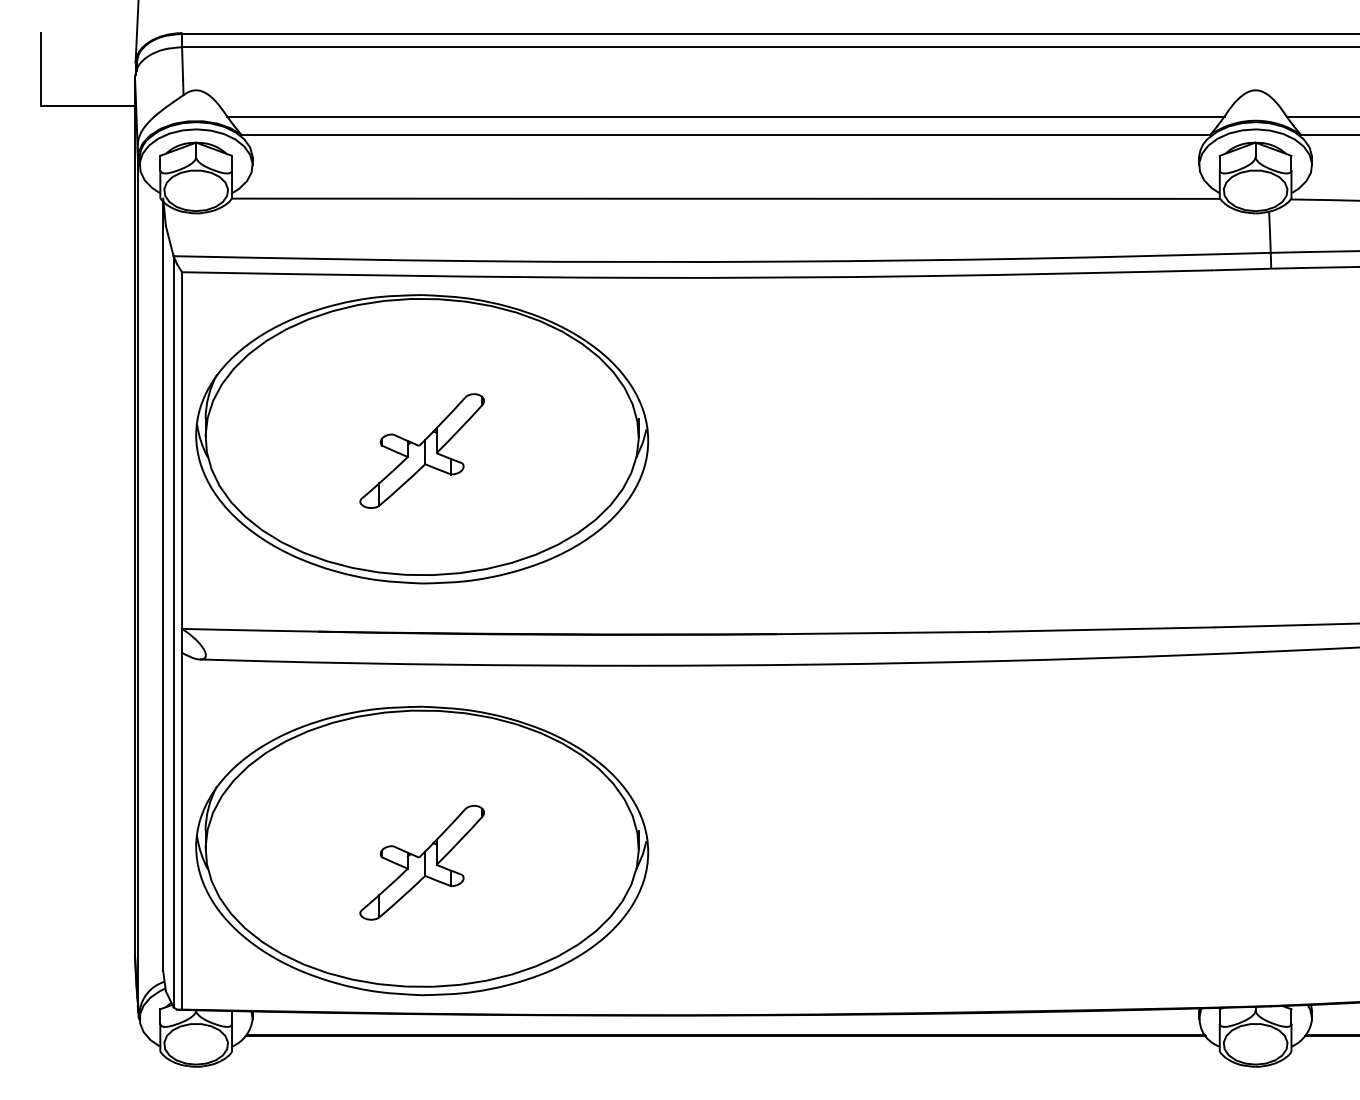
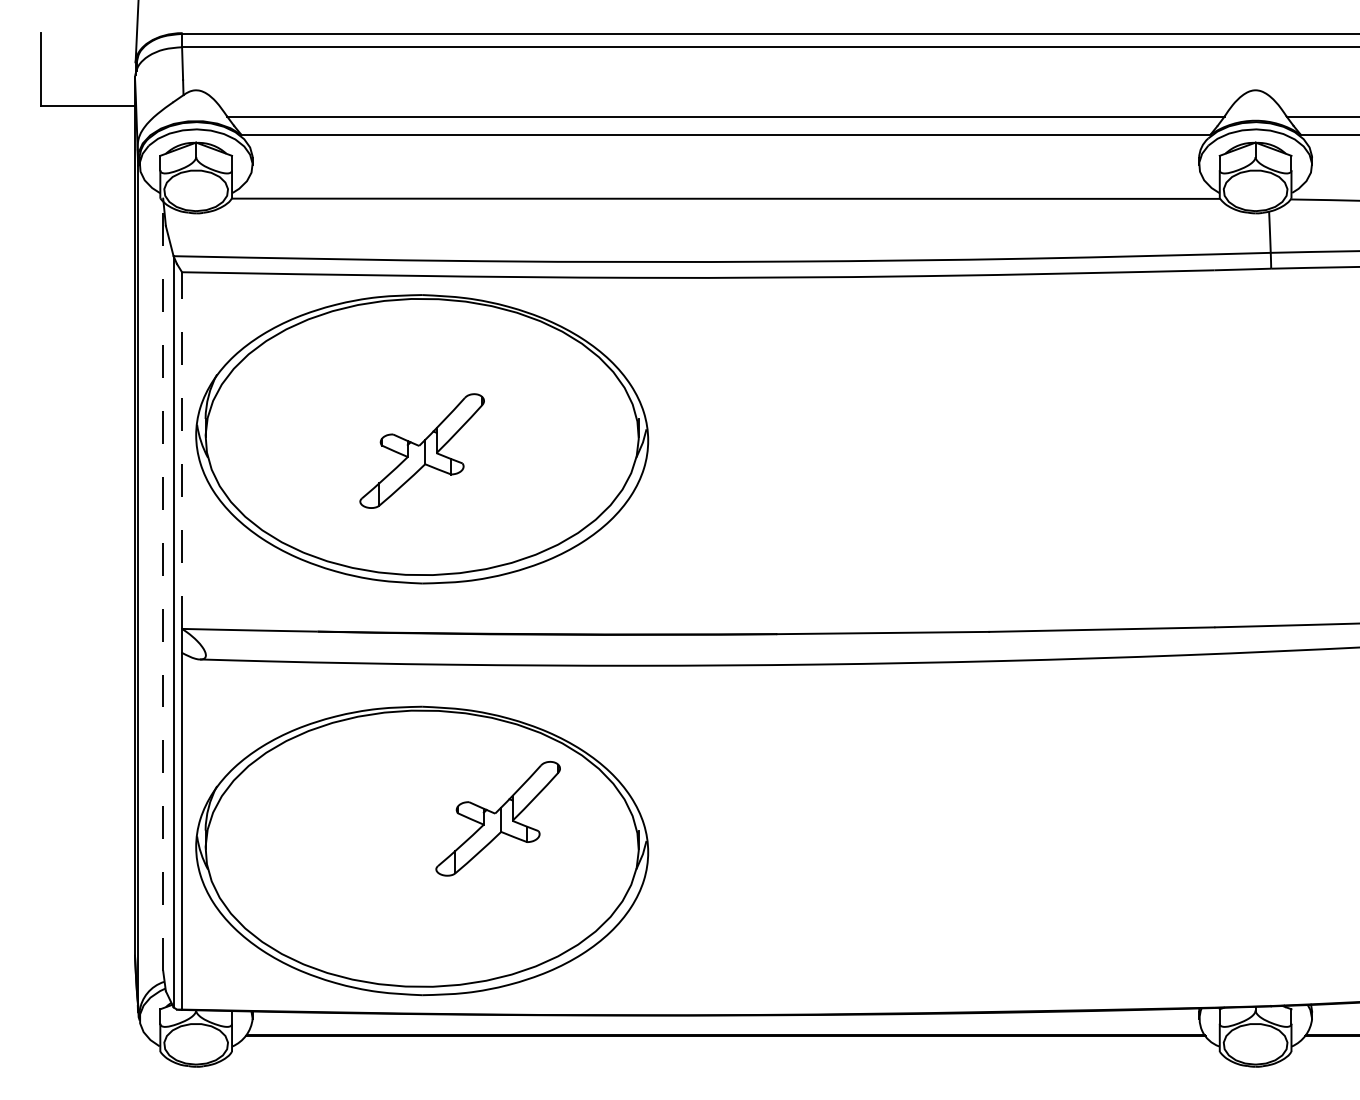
line at (182, 450): solid -> dashed
line at (163, 586): solid -> dashed
part at (421, 862) position: (421, 862) -> (497, 818)
